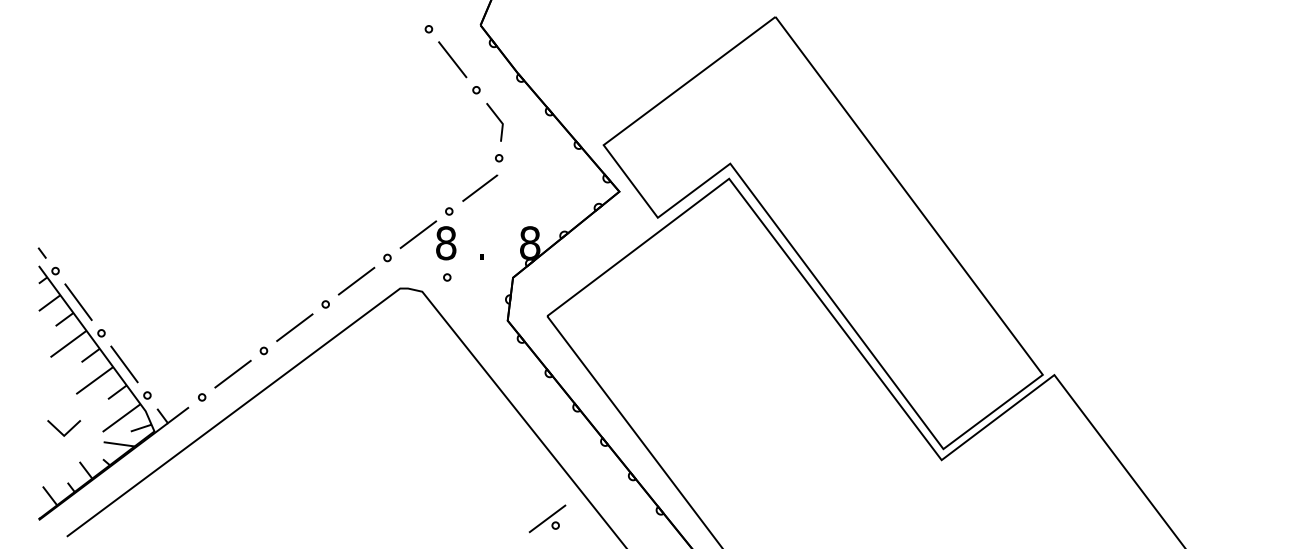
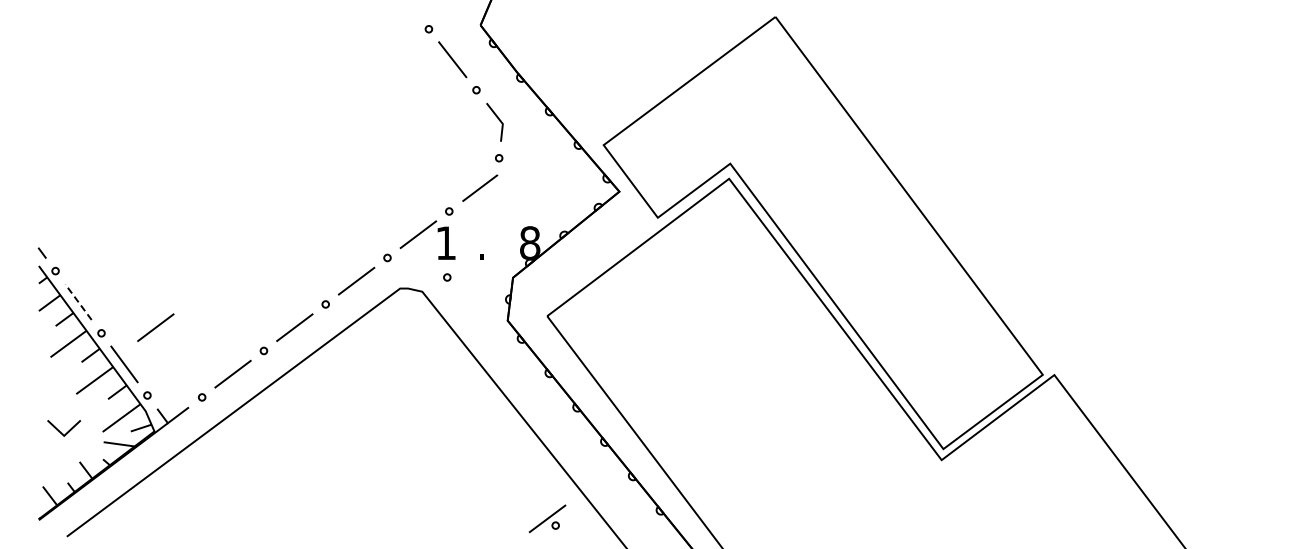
text at (446, 243): 8 -> 1
line at (78, 301): solid -> dashed
line at (155, 327): none -> present
